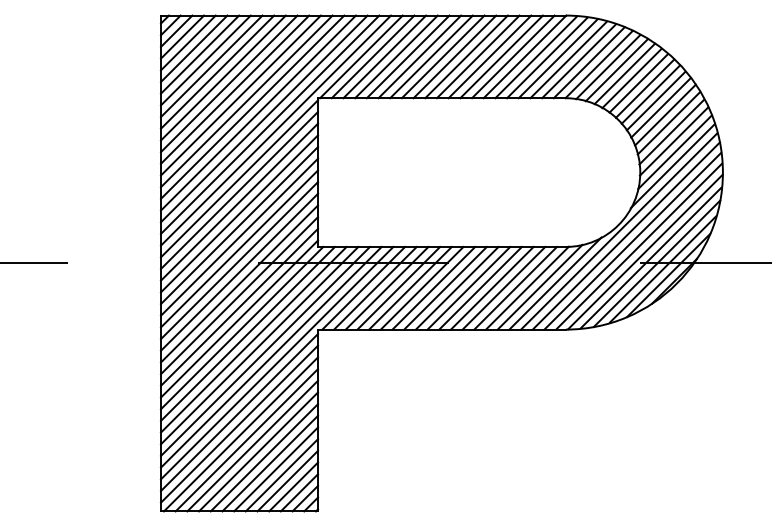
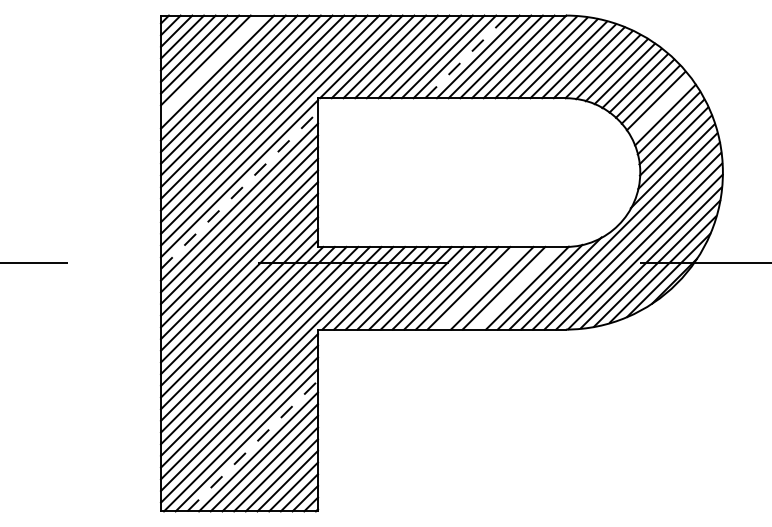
line at (466, 56): solid -> dashed
line at (211, 66): present -> none
line at (660, 107): present -> none
line at (239, 190): solid -> dashed
line at (480, 287): present -> none
line at (515, 287): present -> none
line at (253, 445): solid -> dashed
